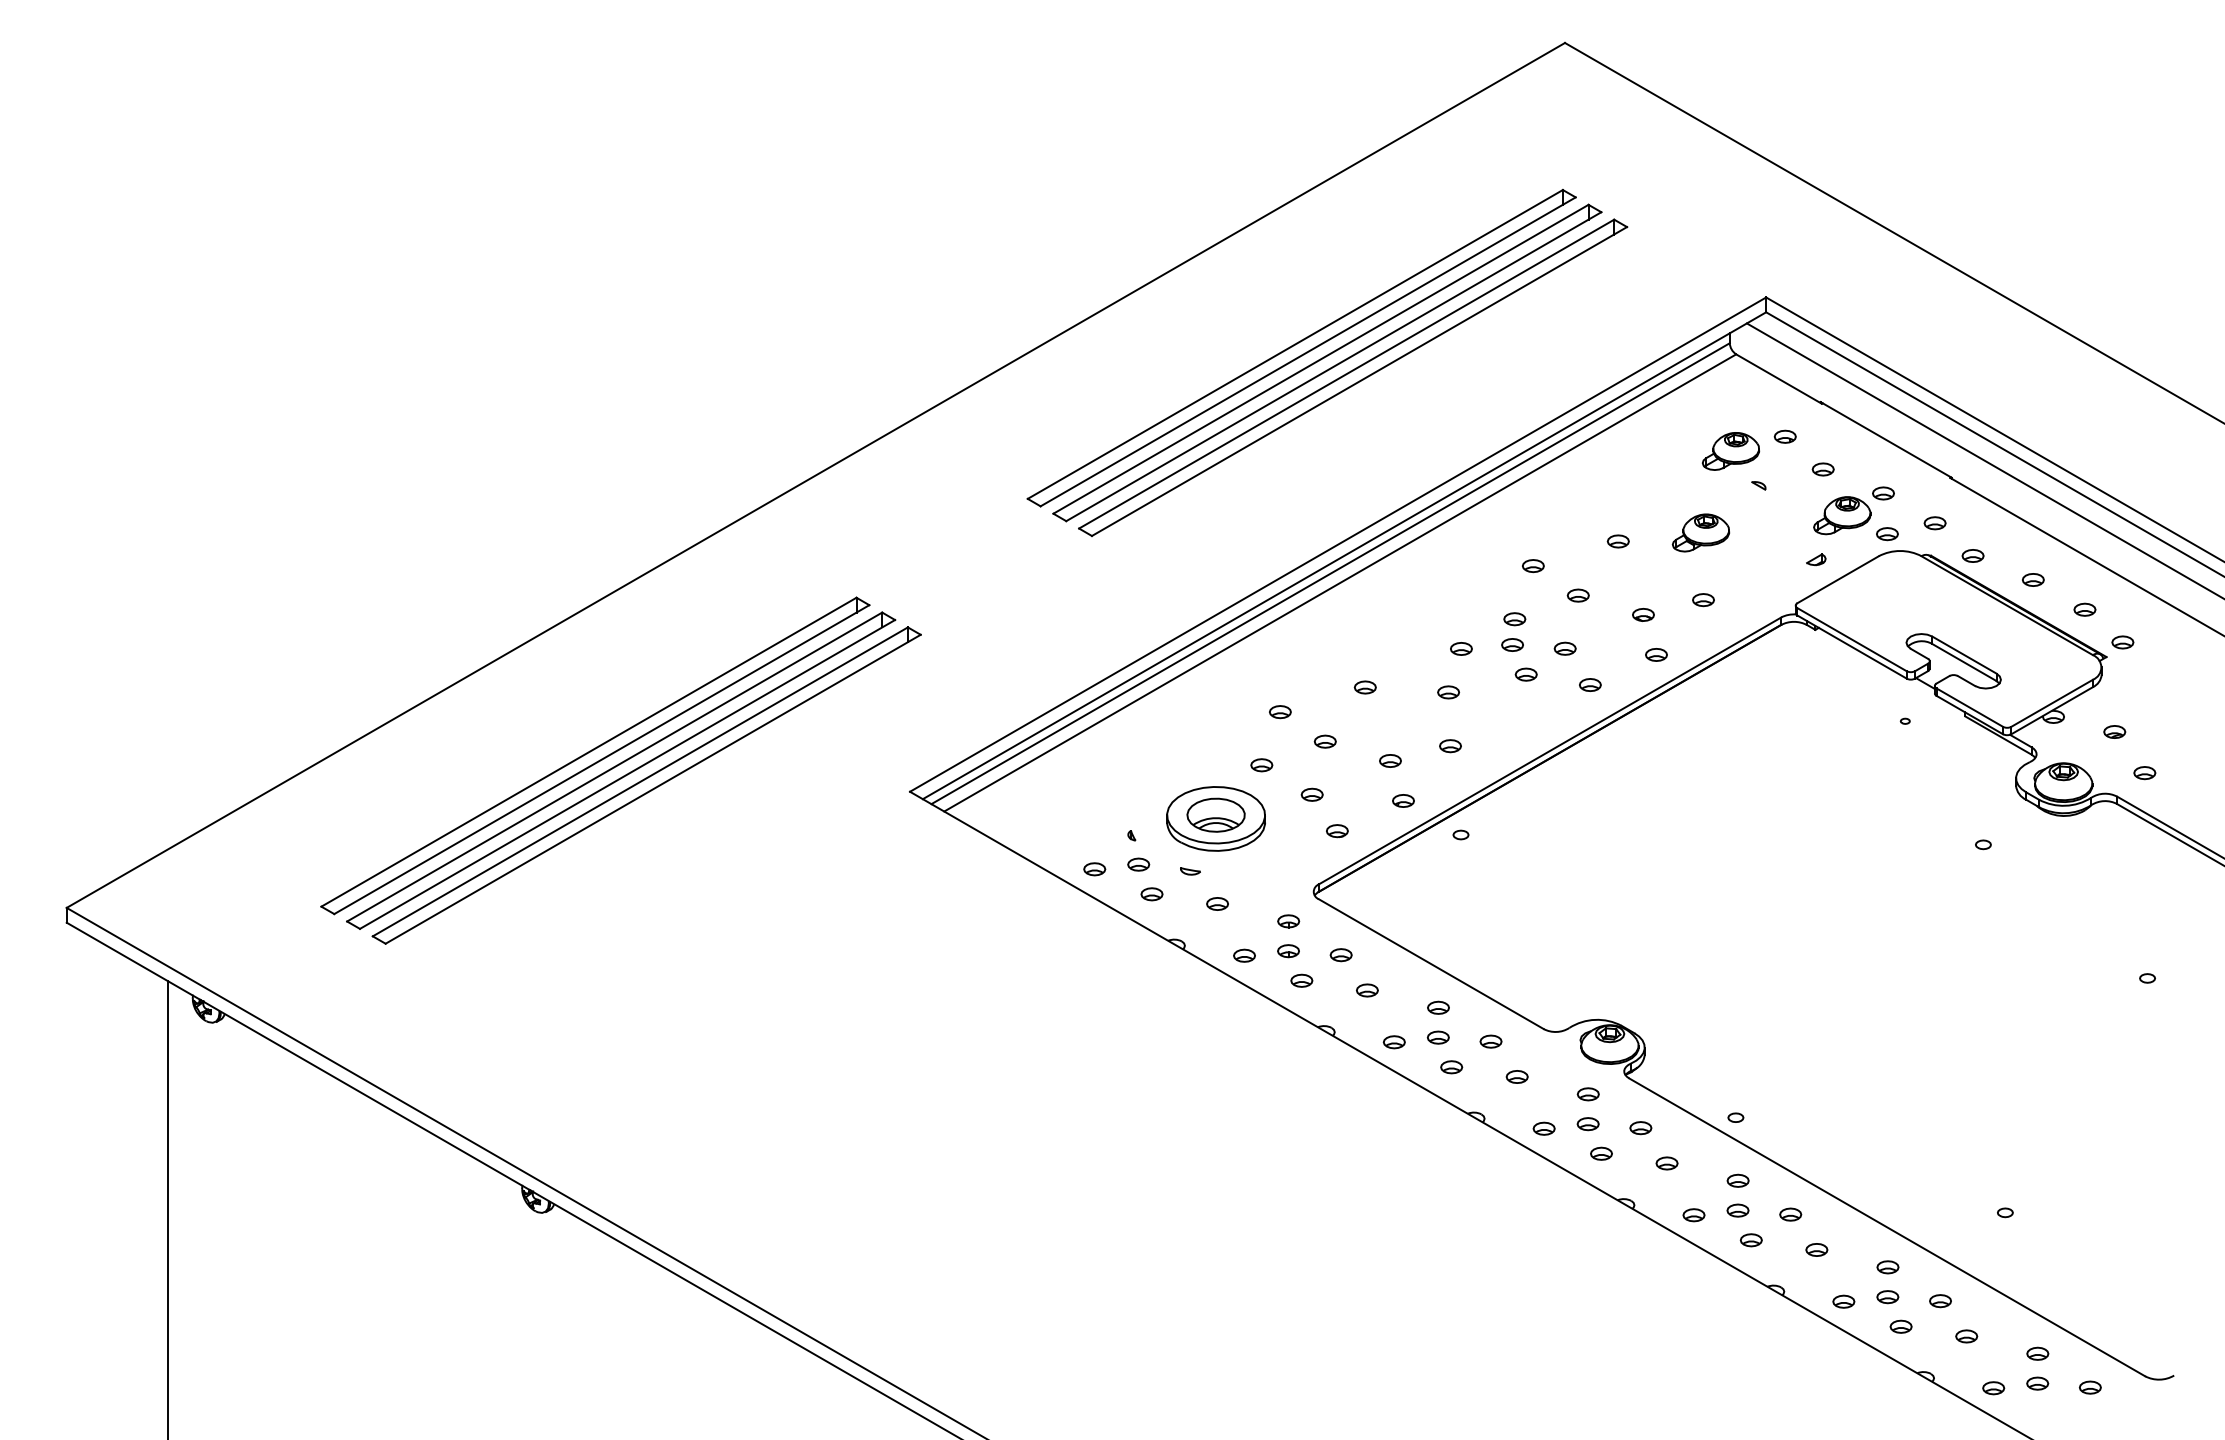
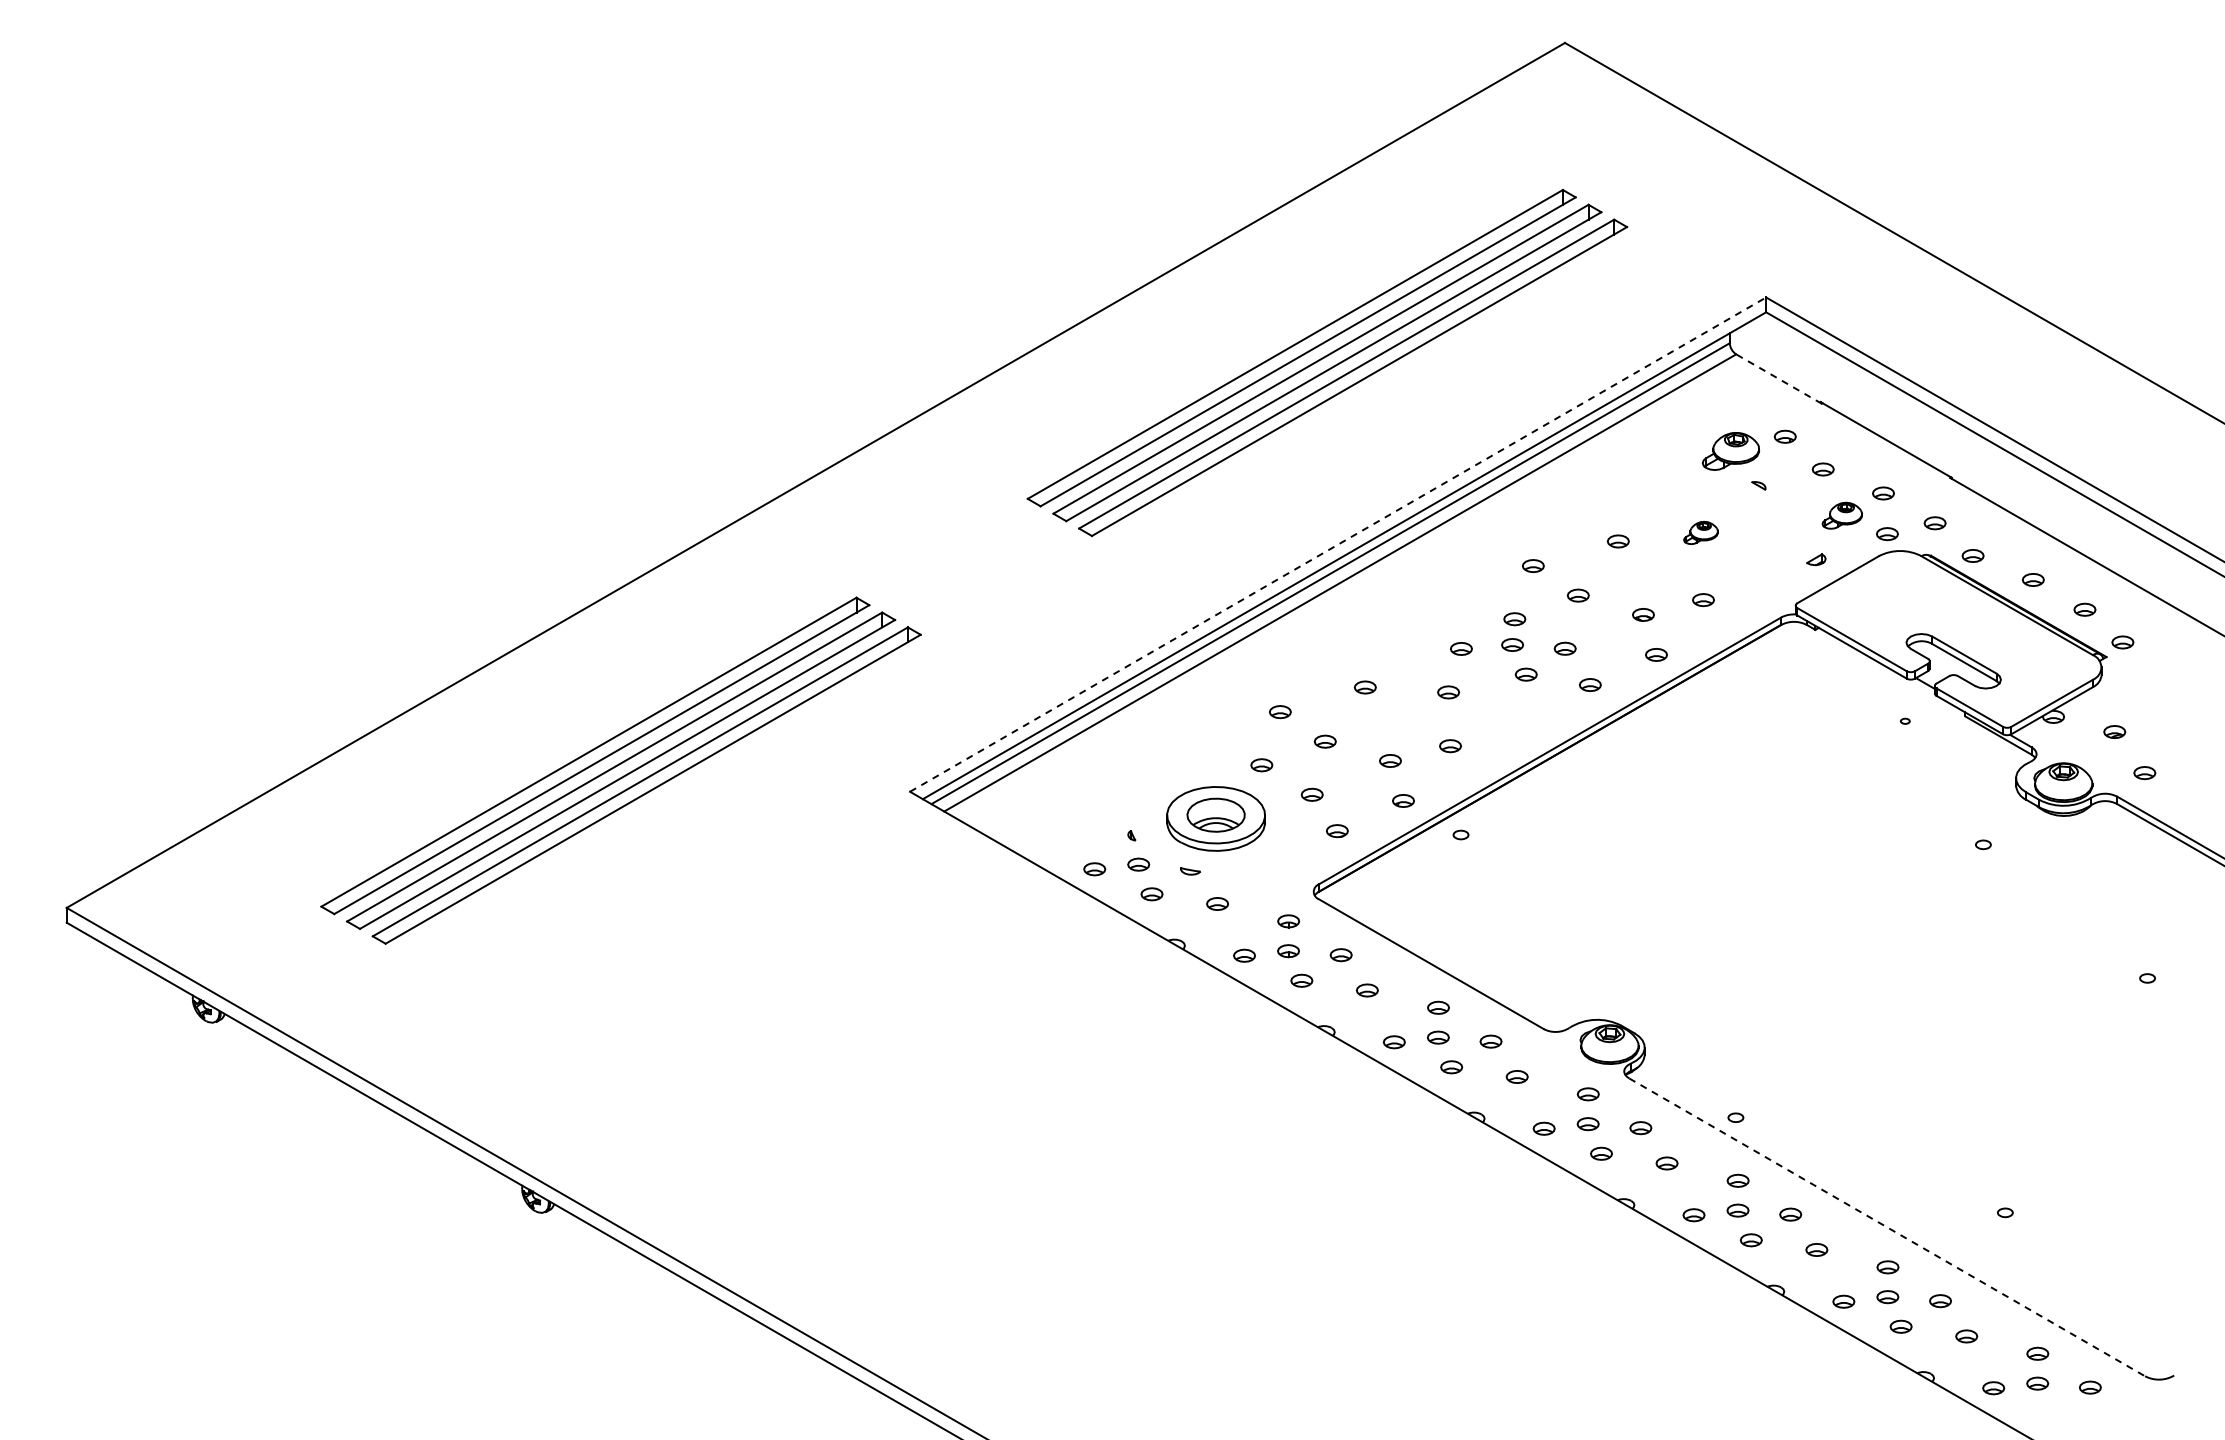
line at (1778, 378): solid -> dashed
line at (1983, 460): present -> none
part at (1842, 515) size: 59x40 px -> 42x29 px
part at (1700, 532) size: 60x40 px -> 36x24 px
line at (1338, 544): solid -> dashed
line at (168, 1208): present -> none
line at (1887, 1227): solid -> dashed
